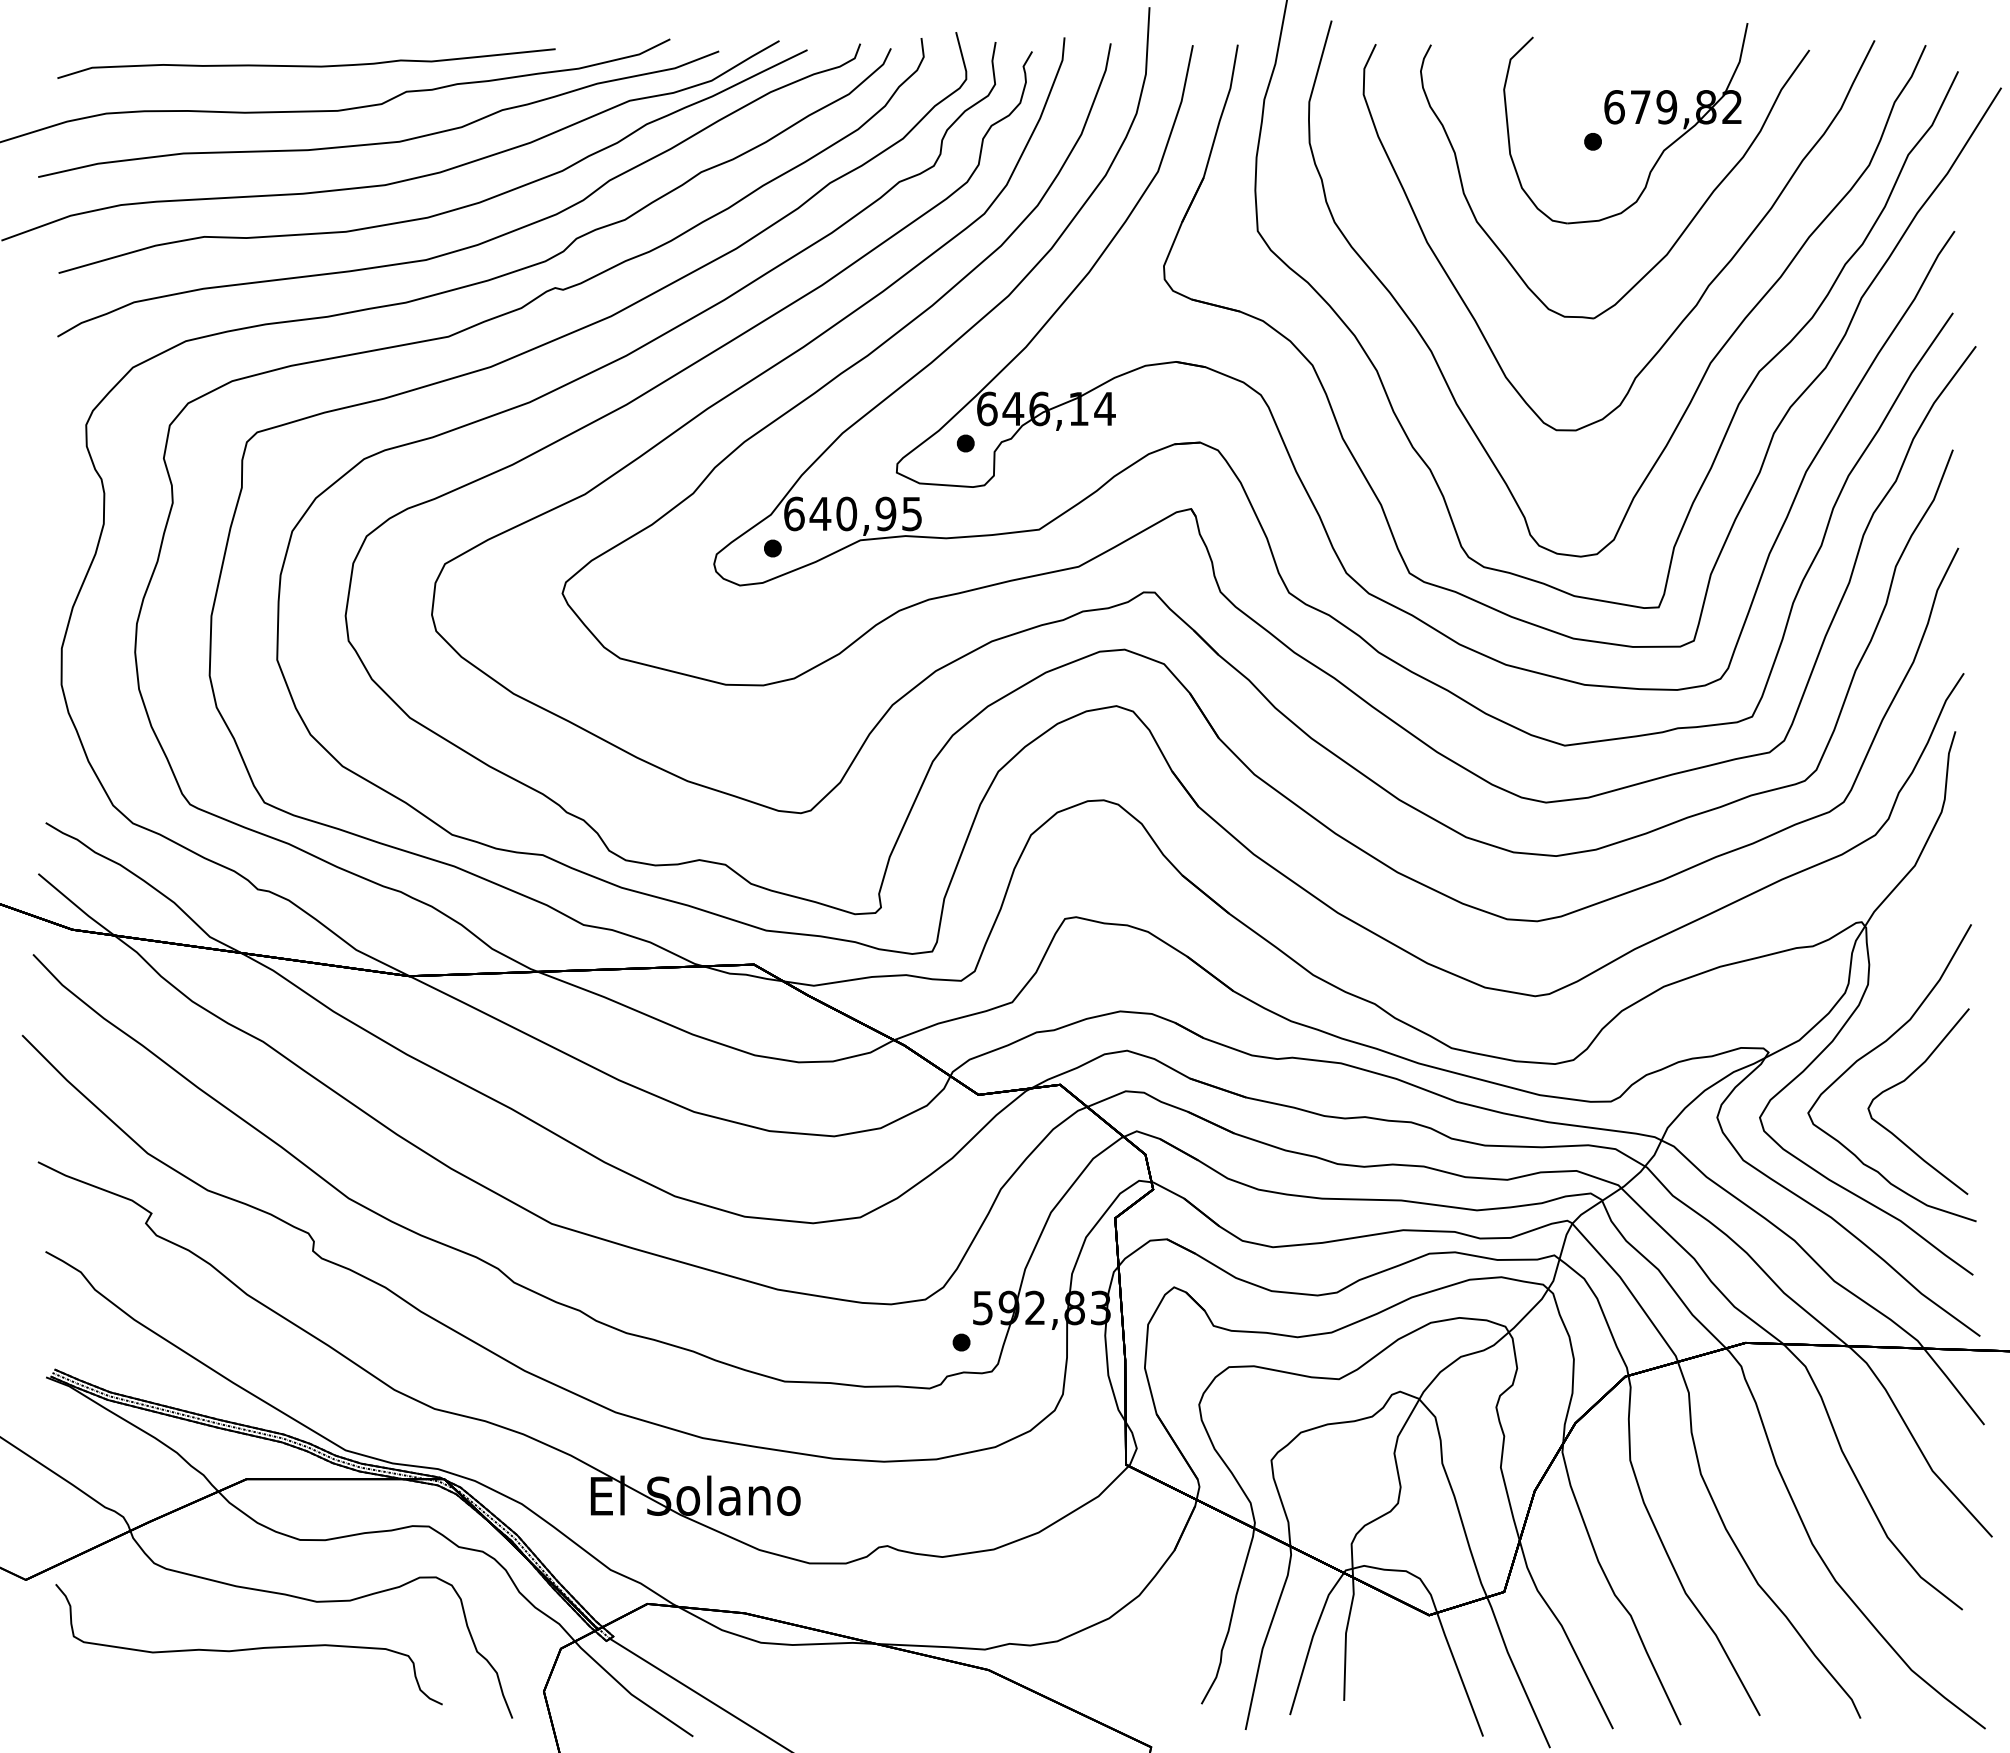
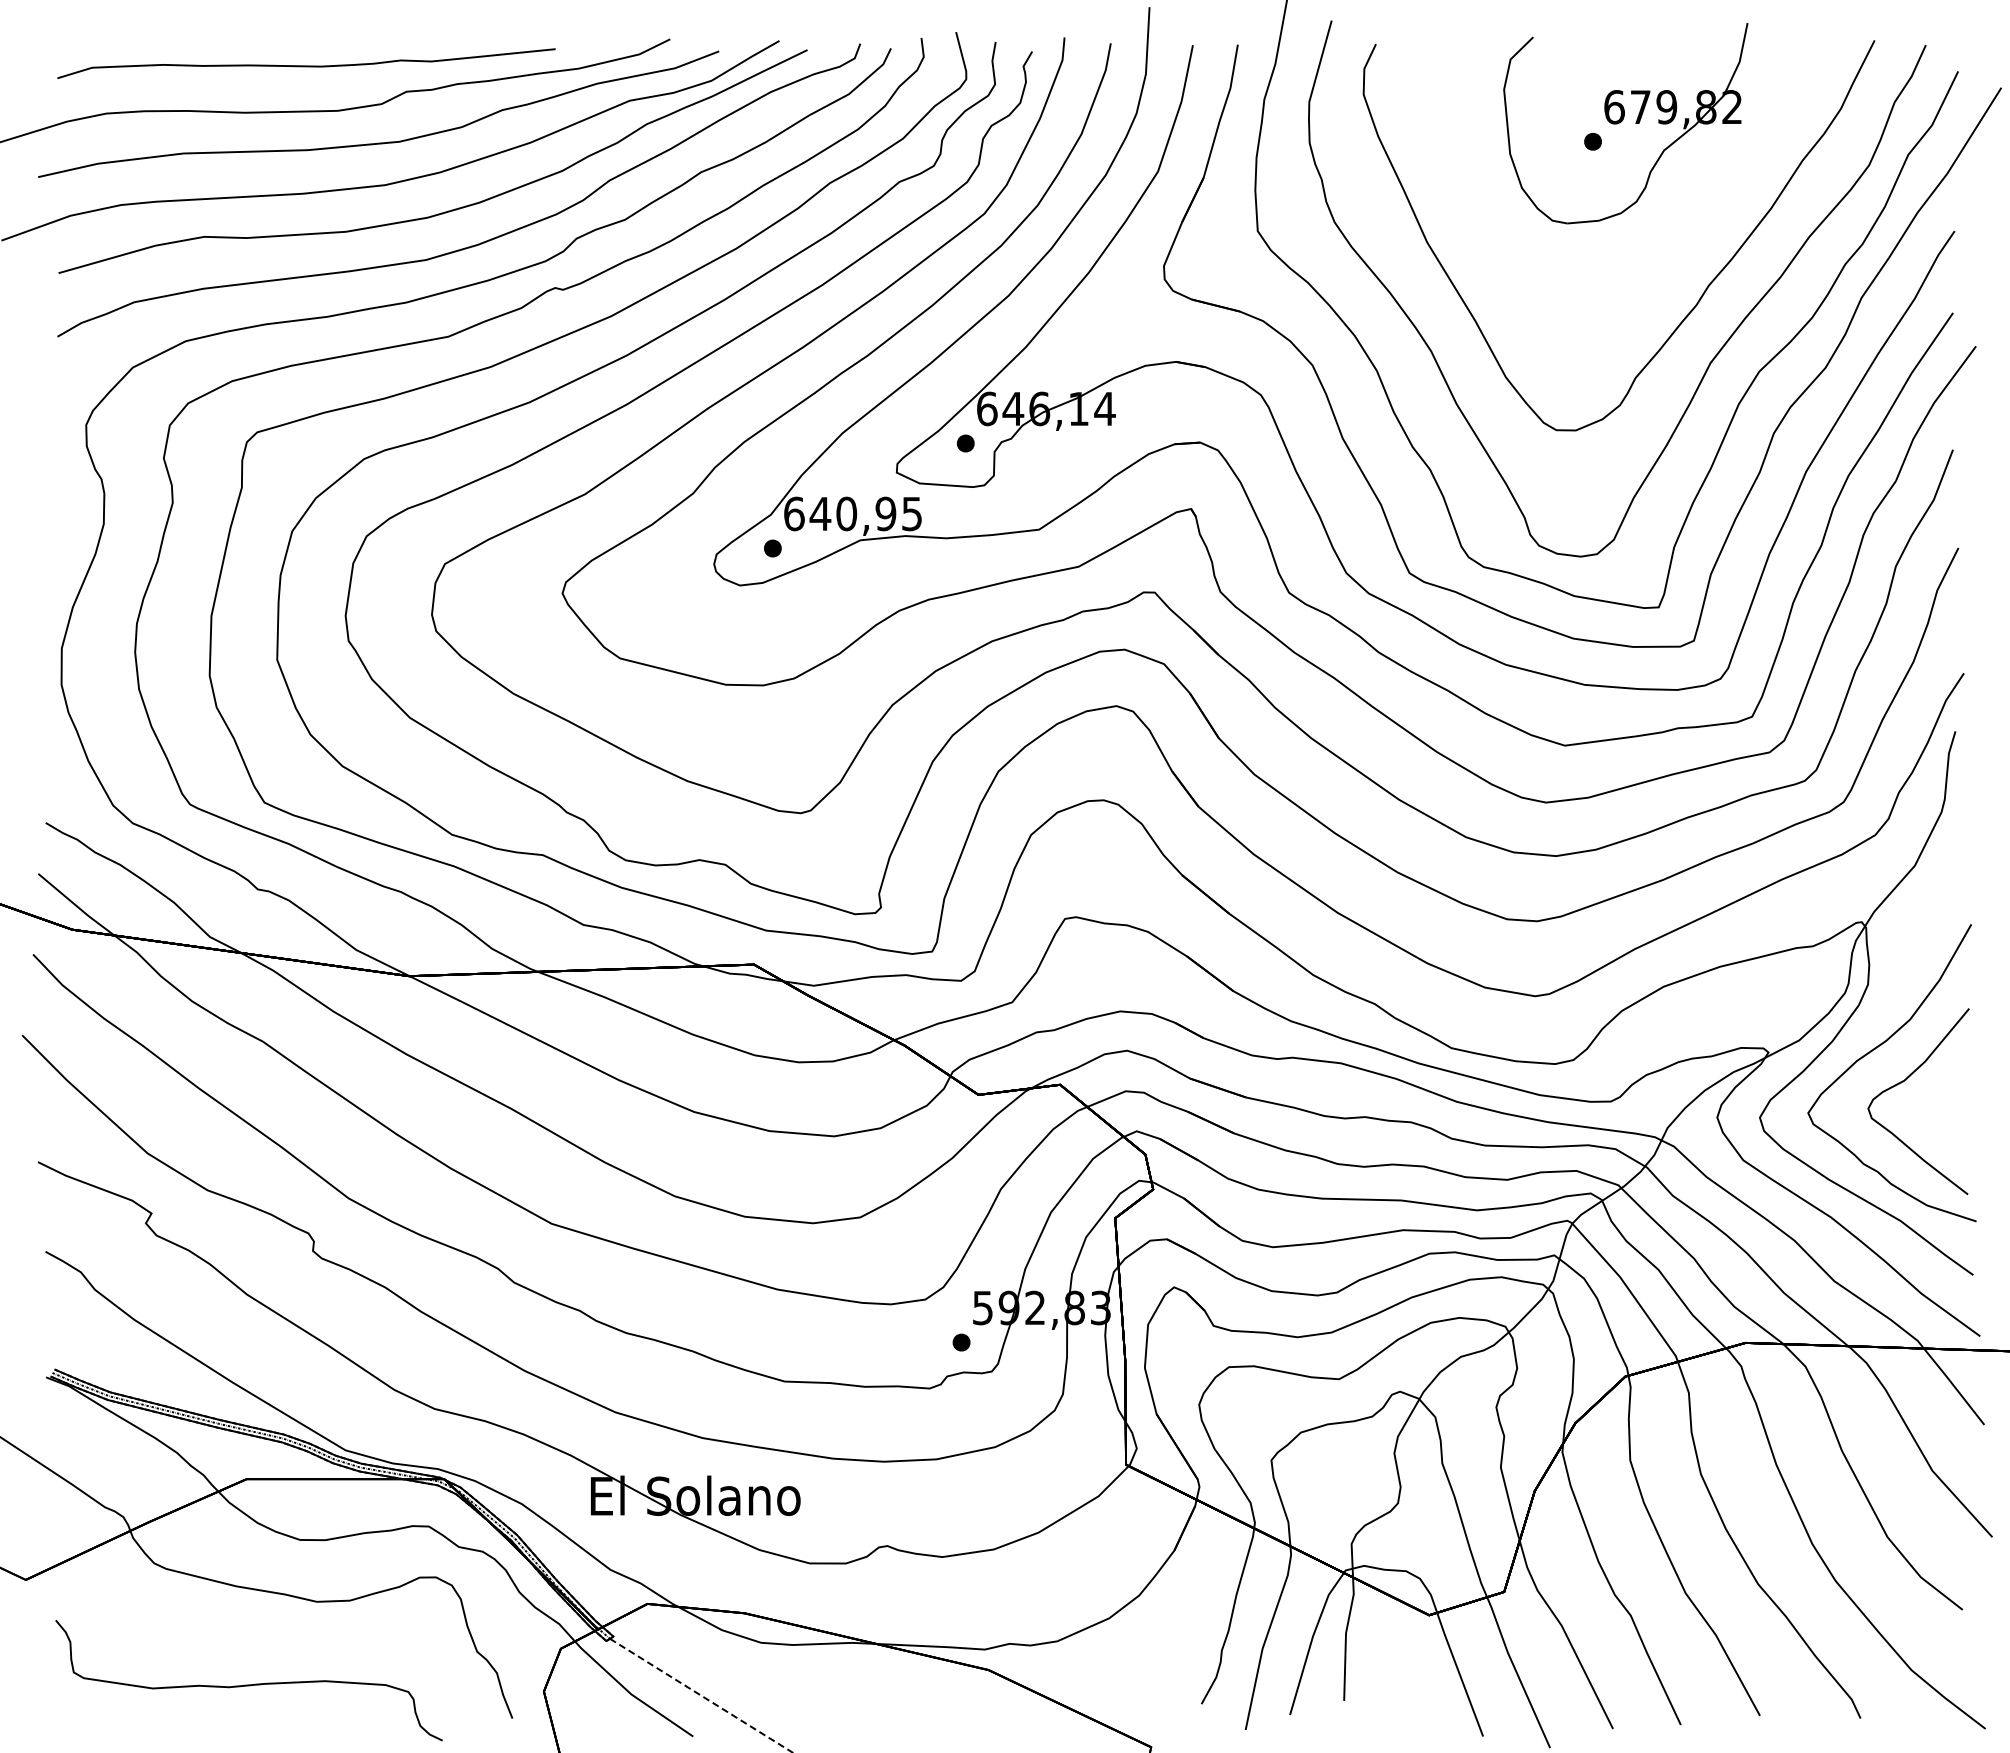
part at (1682, 231): present -> none
part at (248, 1644) position: (248, 1644) -> (248, 1680)
line at (701, 1695): solid -> dashed
